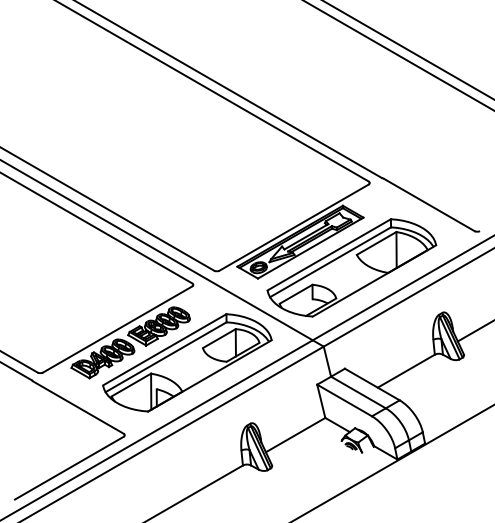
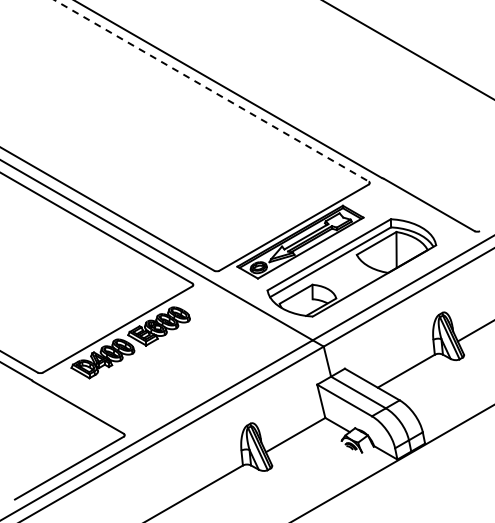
line at (398, 55): present -> none
line at (212, 91): solid -> dashed
part at (187, 362): present -> none
